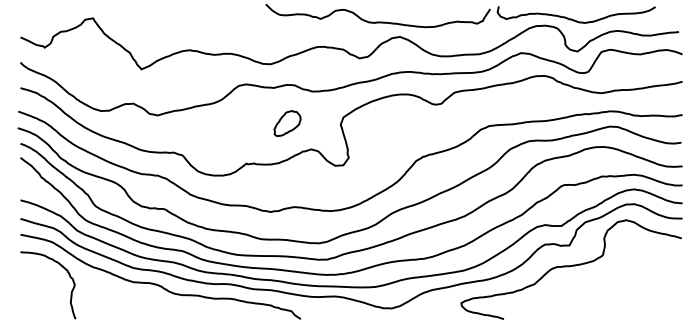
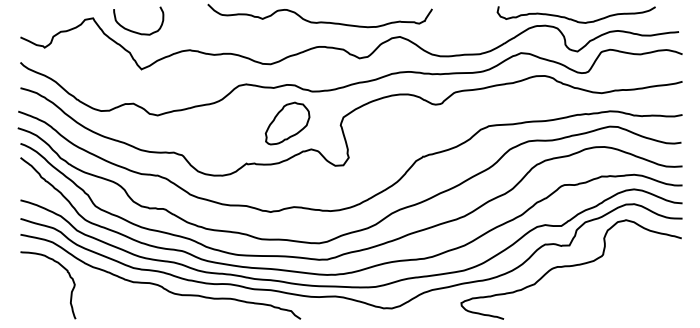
curve at (377, 21) position: (377, 21) -> (319, 21)
curve at (136, 31): none -> present
part at (287, 123) size: 29x27 px -> 47x45 px
